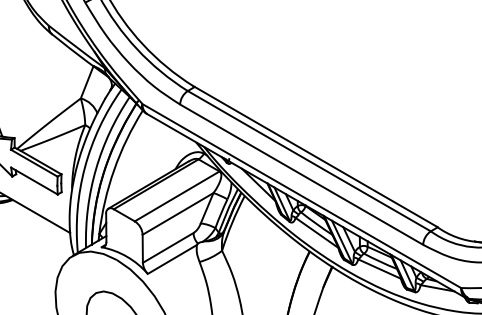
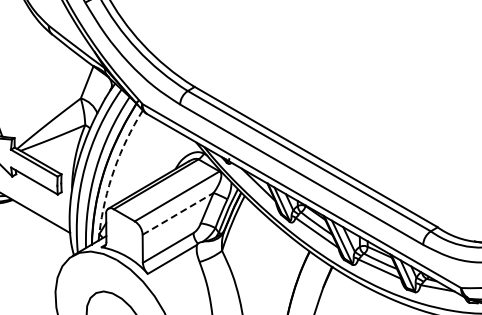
arc at (114, 169): solid -> dashed
line at (178, 213): solid -> dashed
